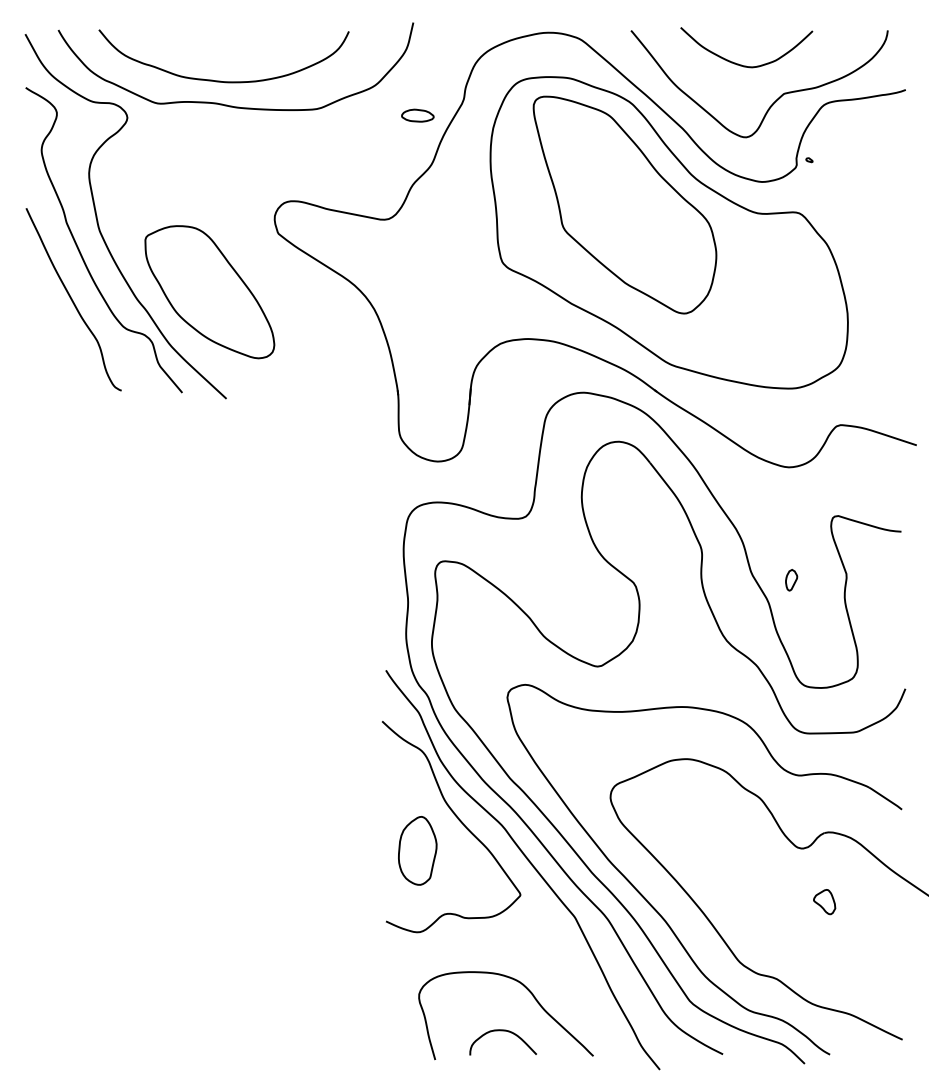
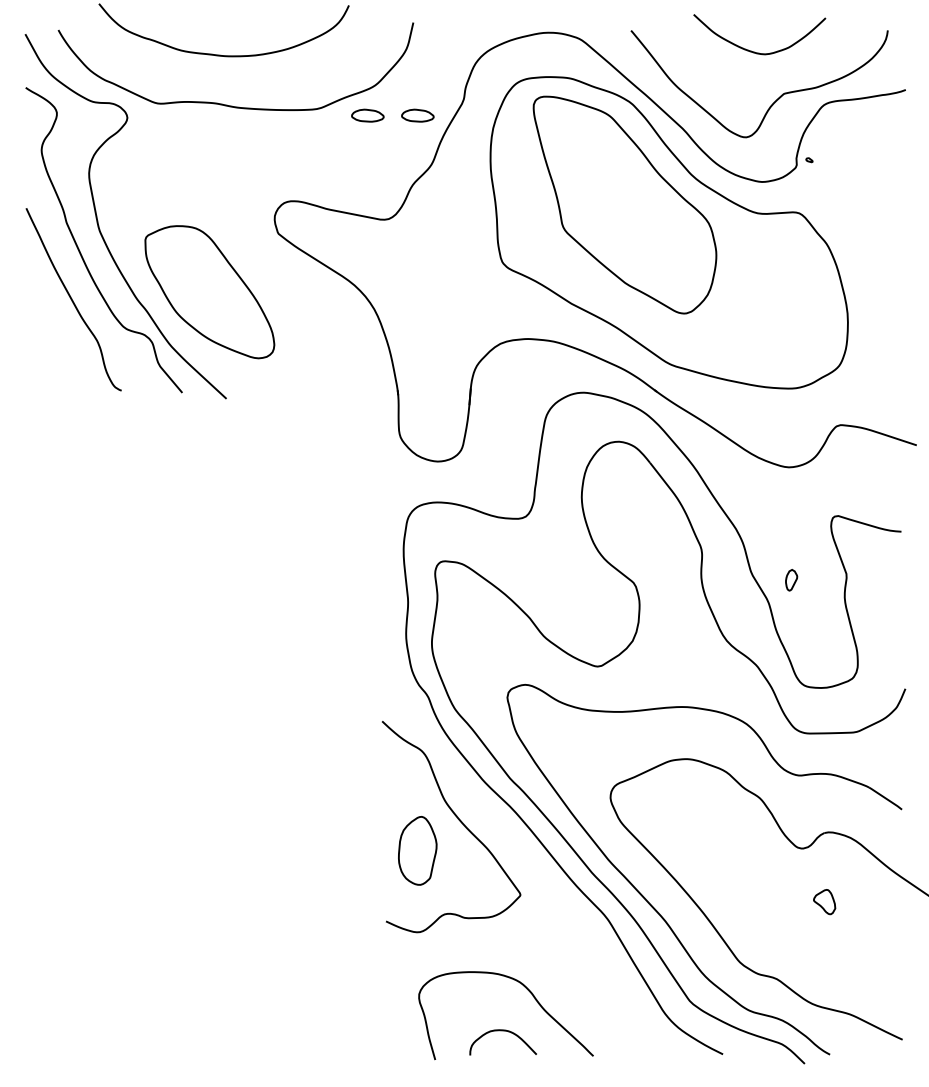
curve at (741, 64) position: (741, 64) -> (754, 51)
curve at (220, 80) position: (220, 80) -> (220, 54)
part at (367, 115): none -> present
curve at (529, 863): present -> none
